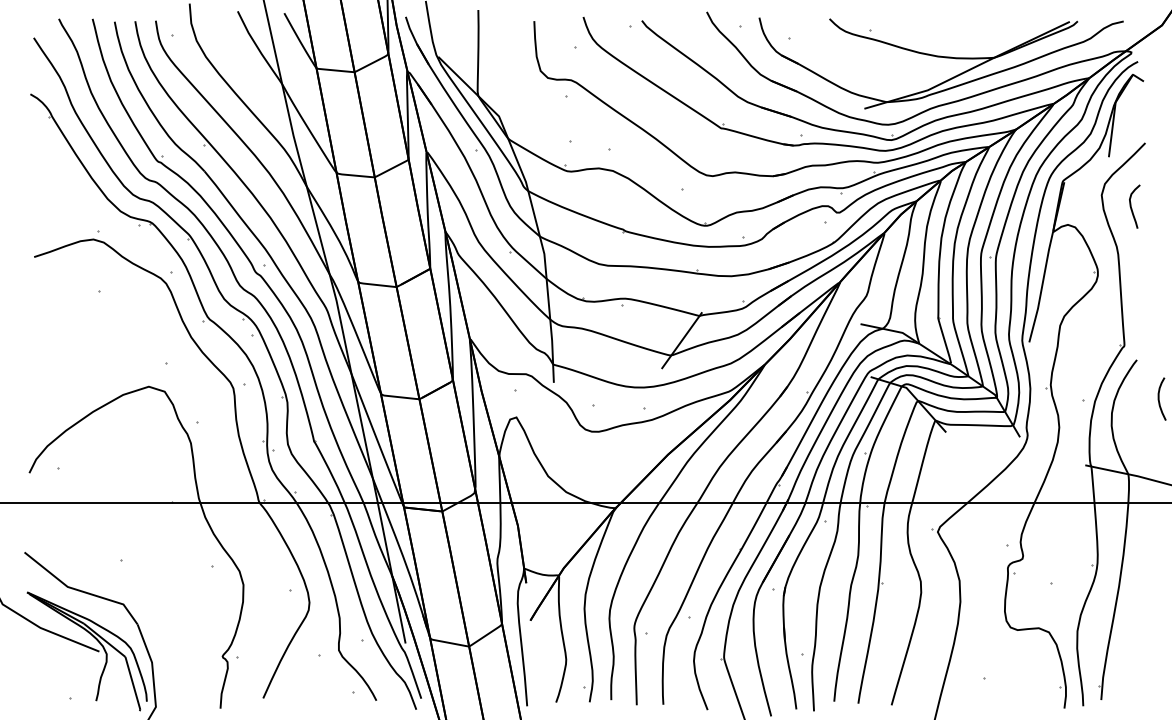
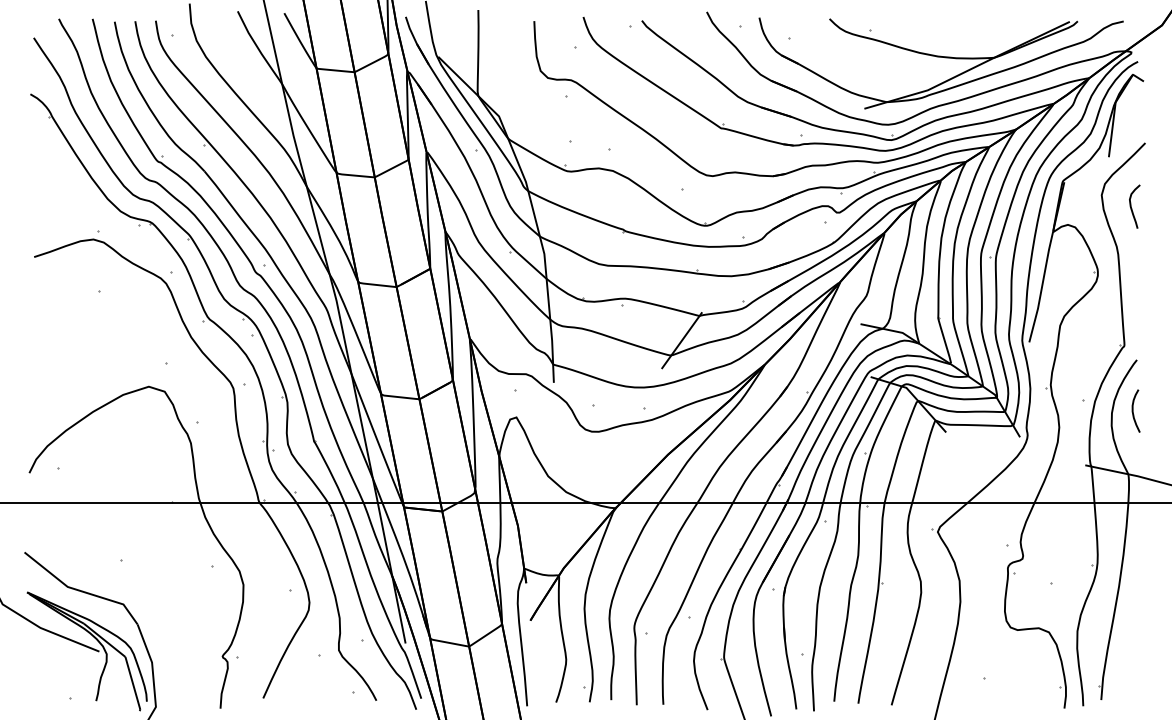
curve at (1159, 398) position: (1159, 398) -> (1133, 410)
